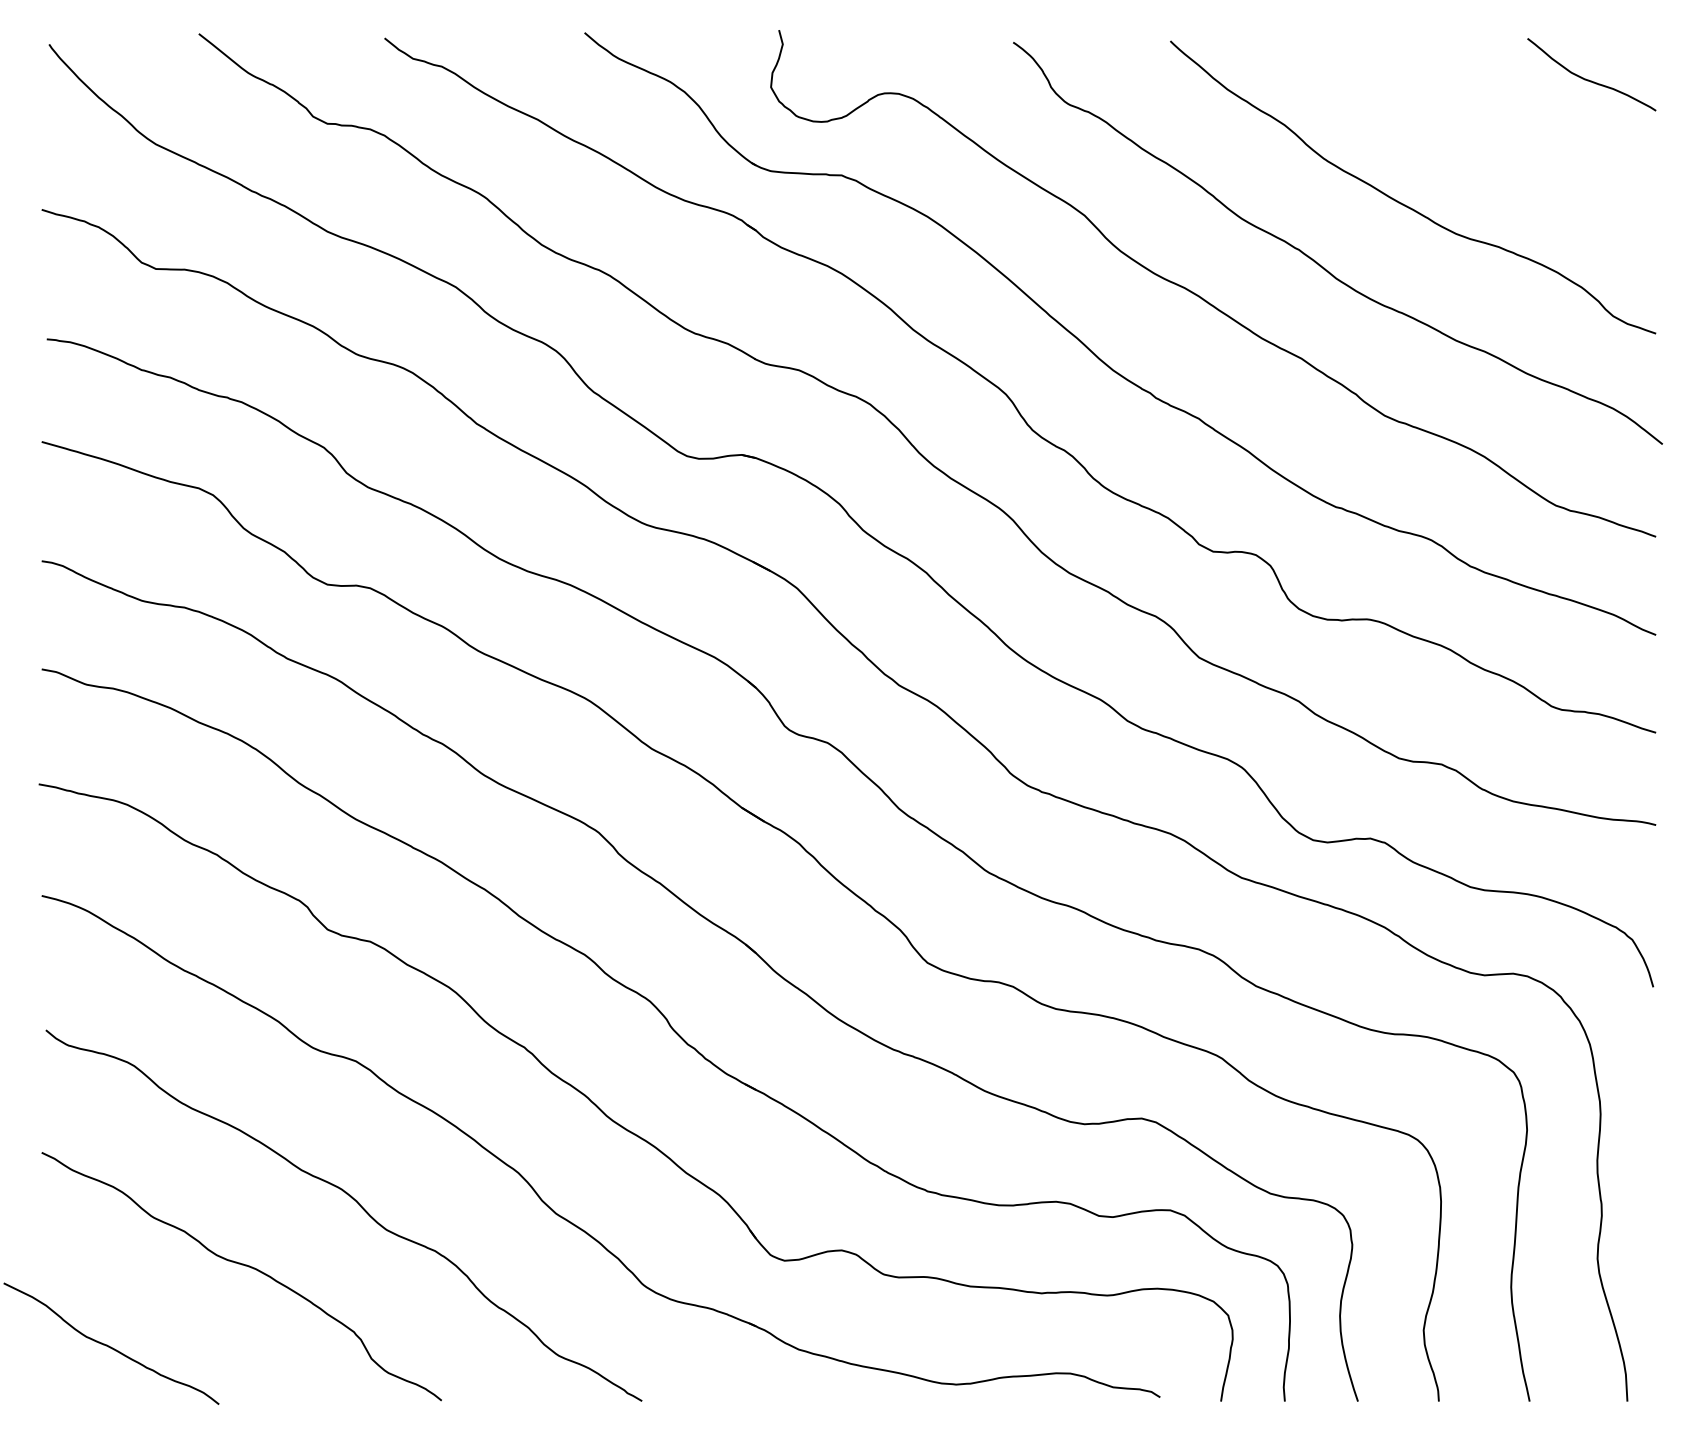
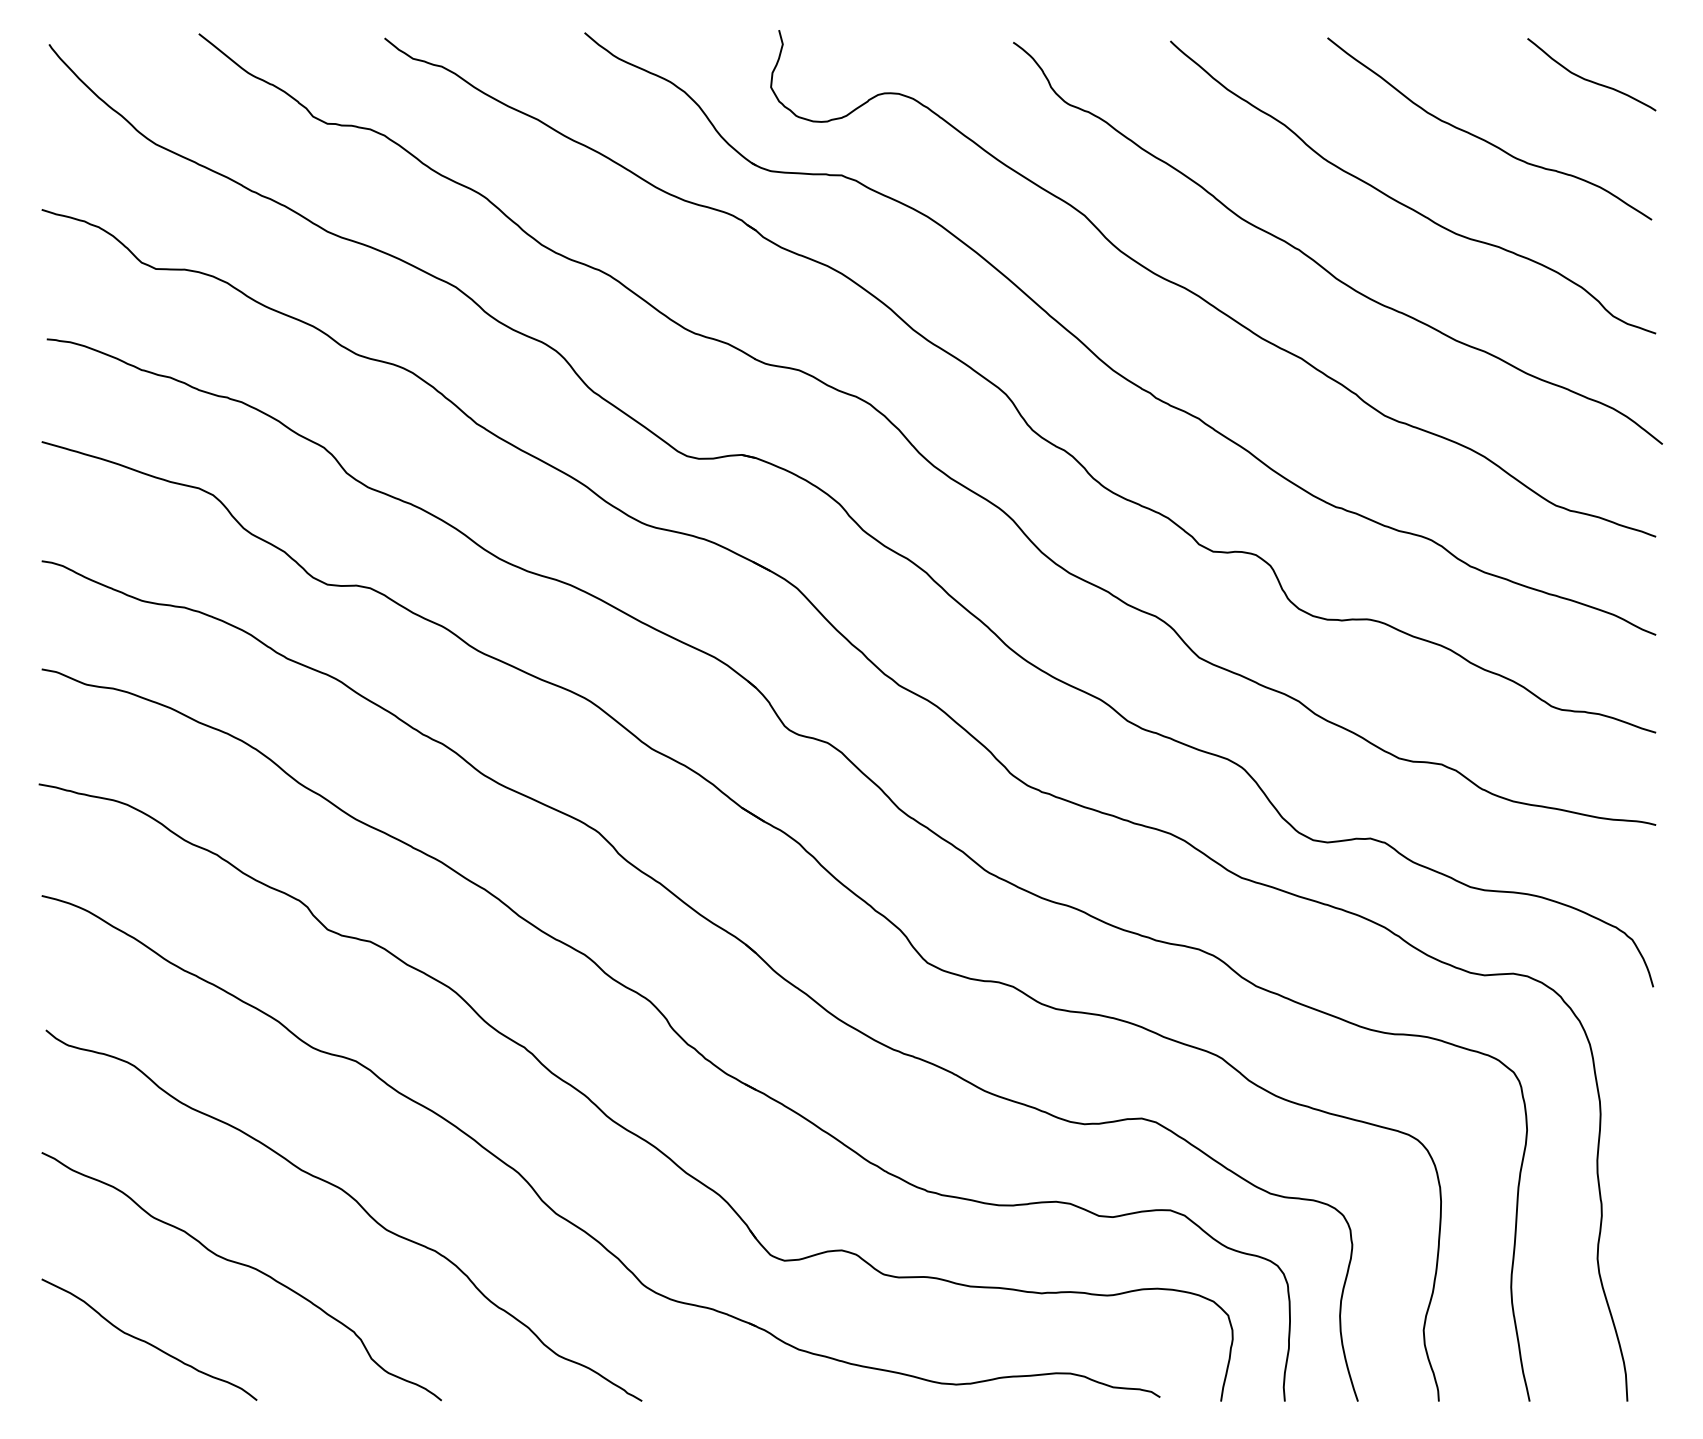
curve at (1485, 139): none -> present
curve at (109, 1345) position: (109, 1345) -> (147, 1341)
